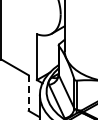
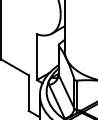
line at (28, 93): dashed -> solid
